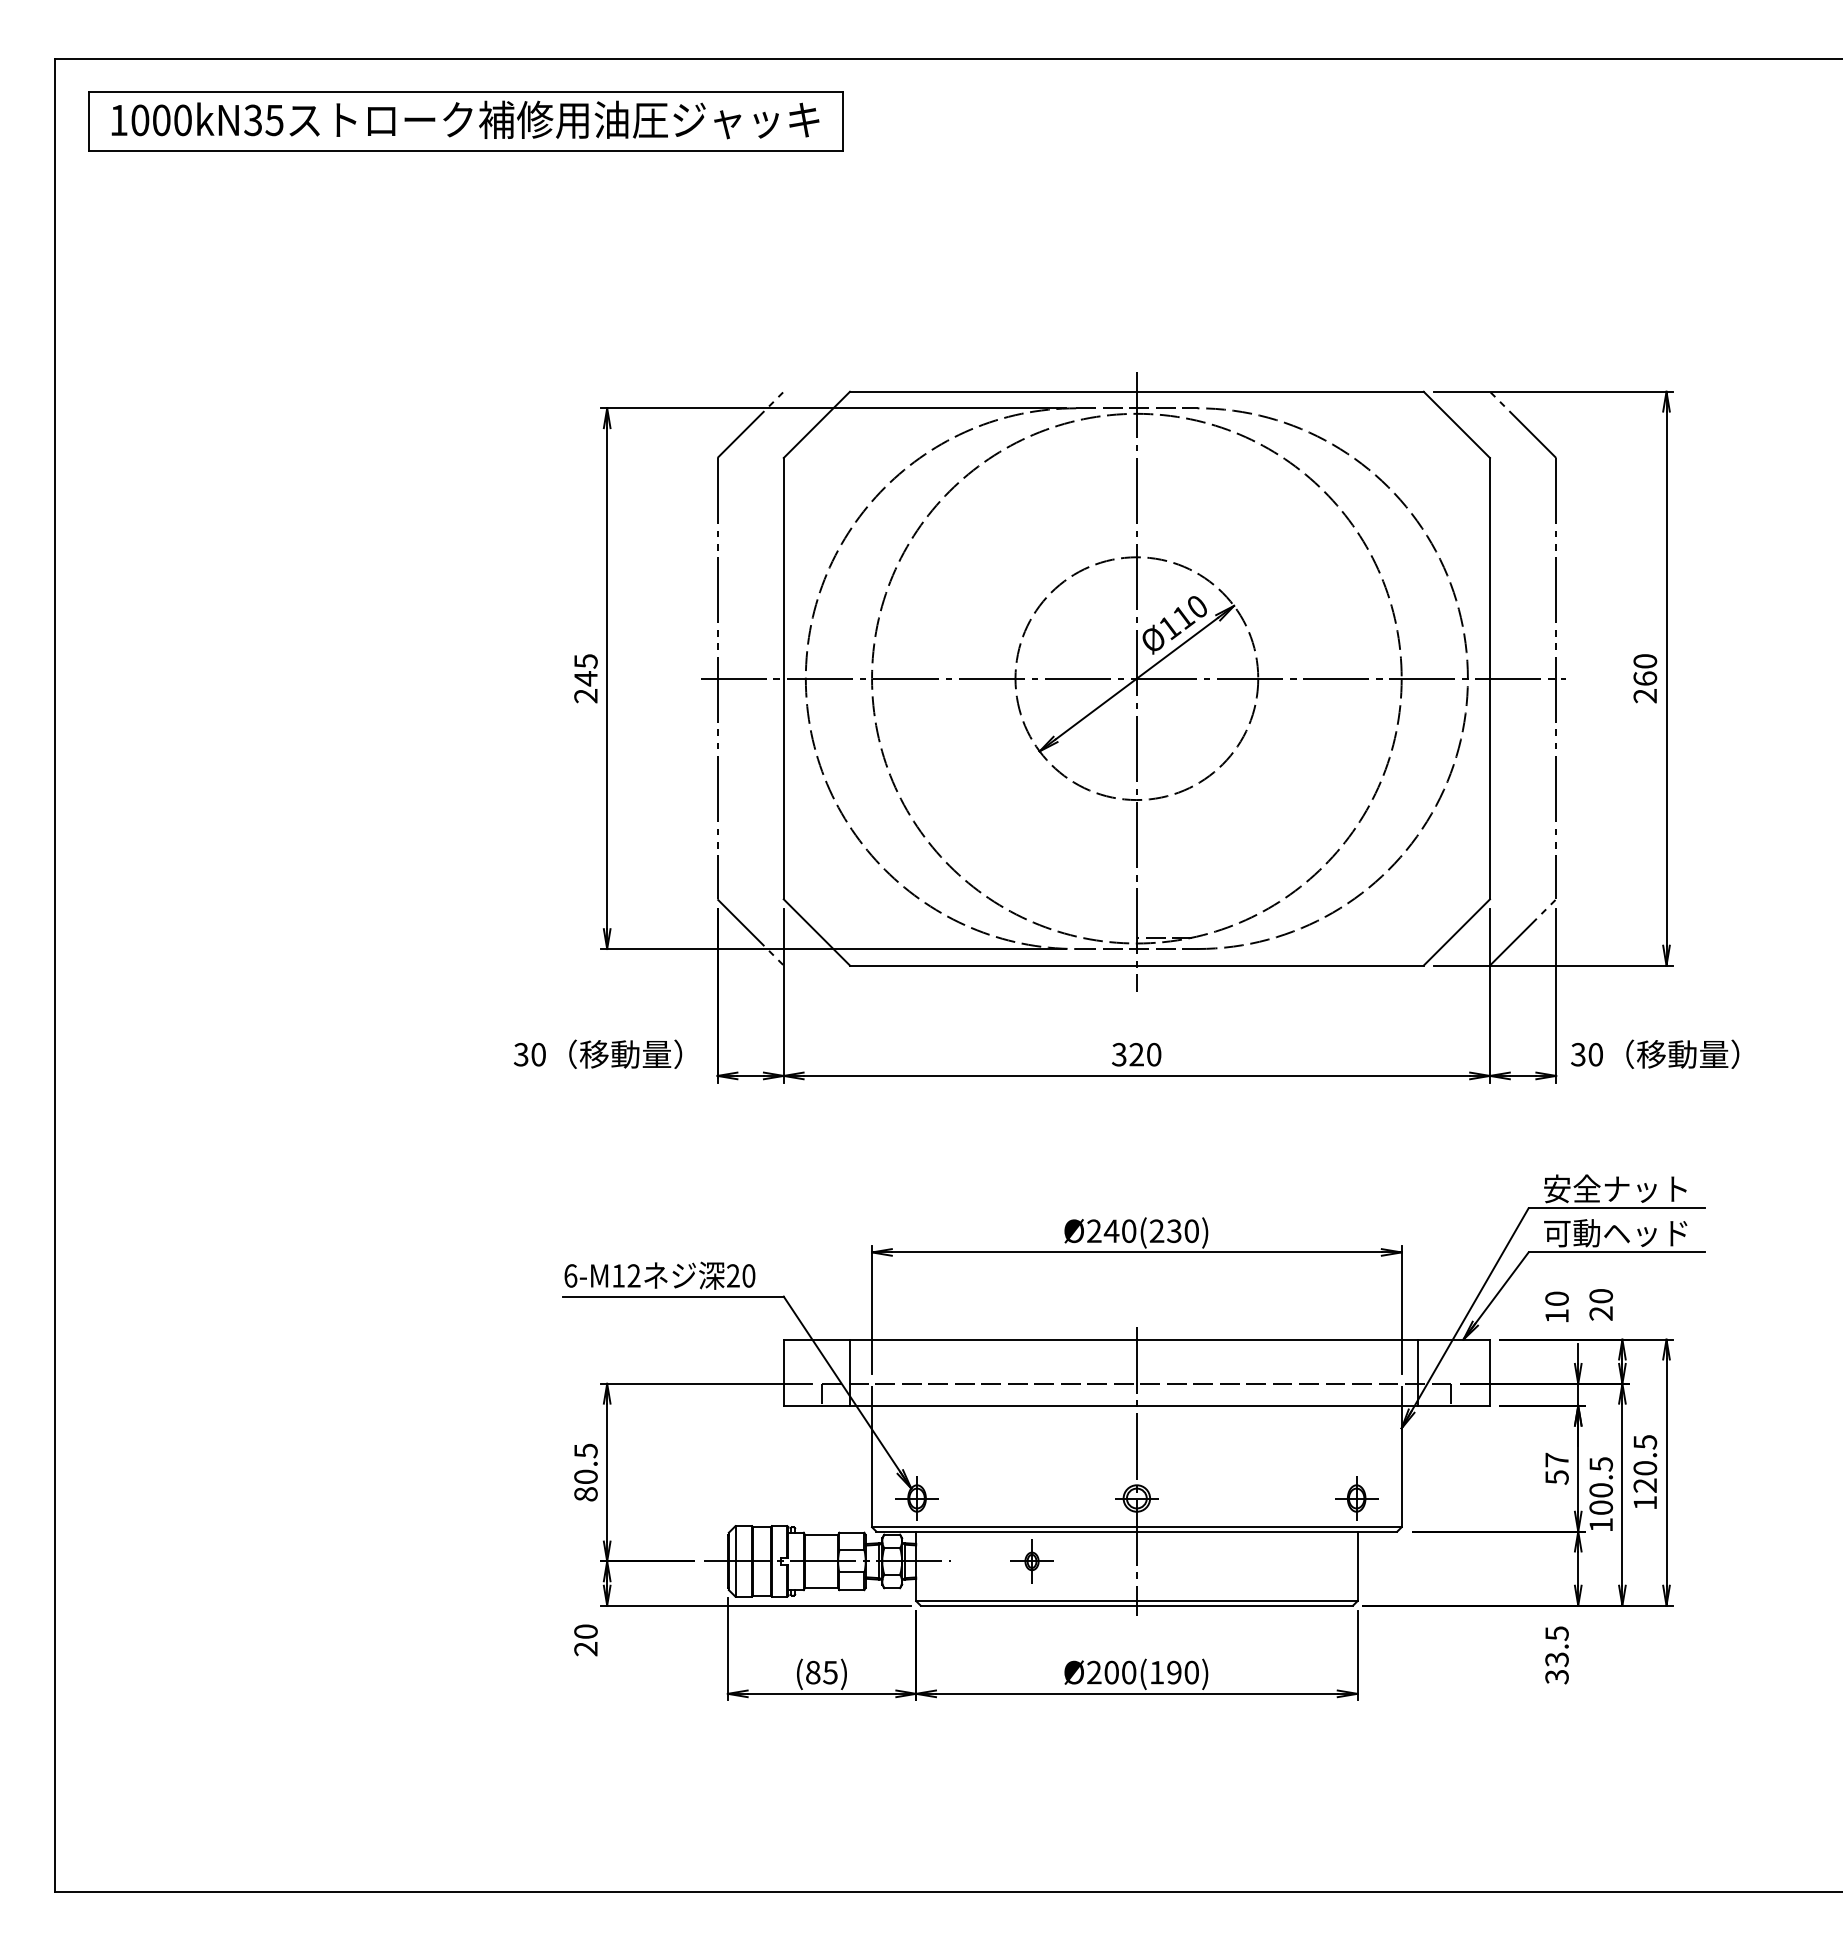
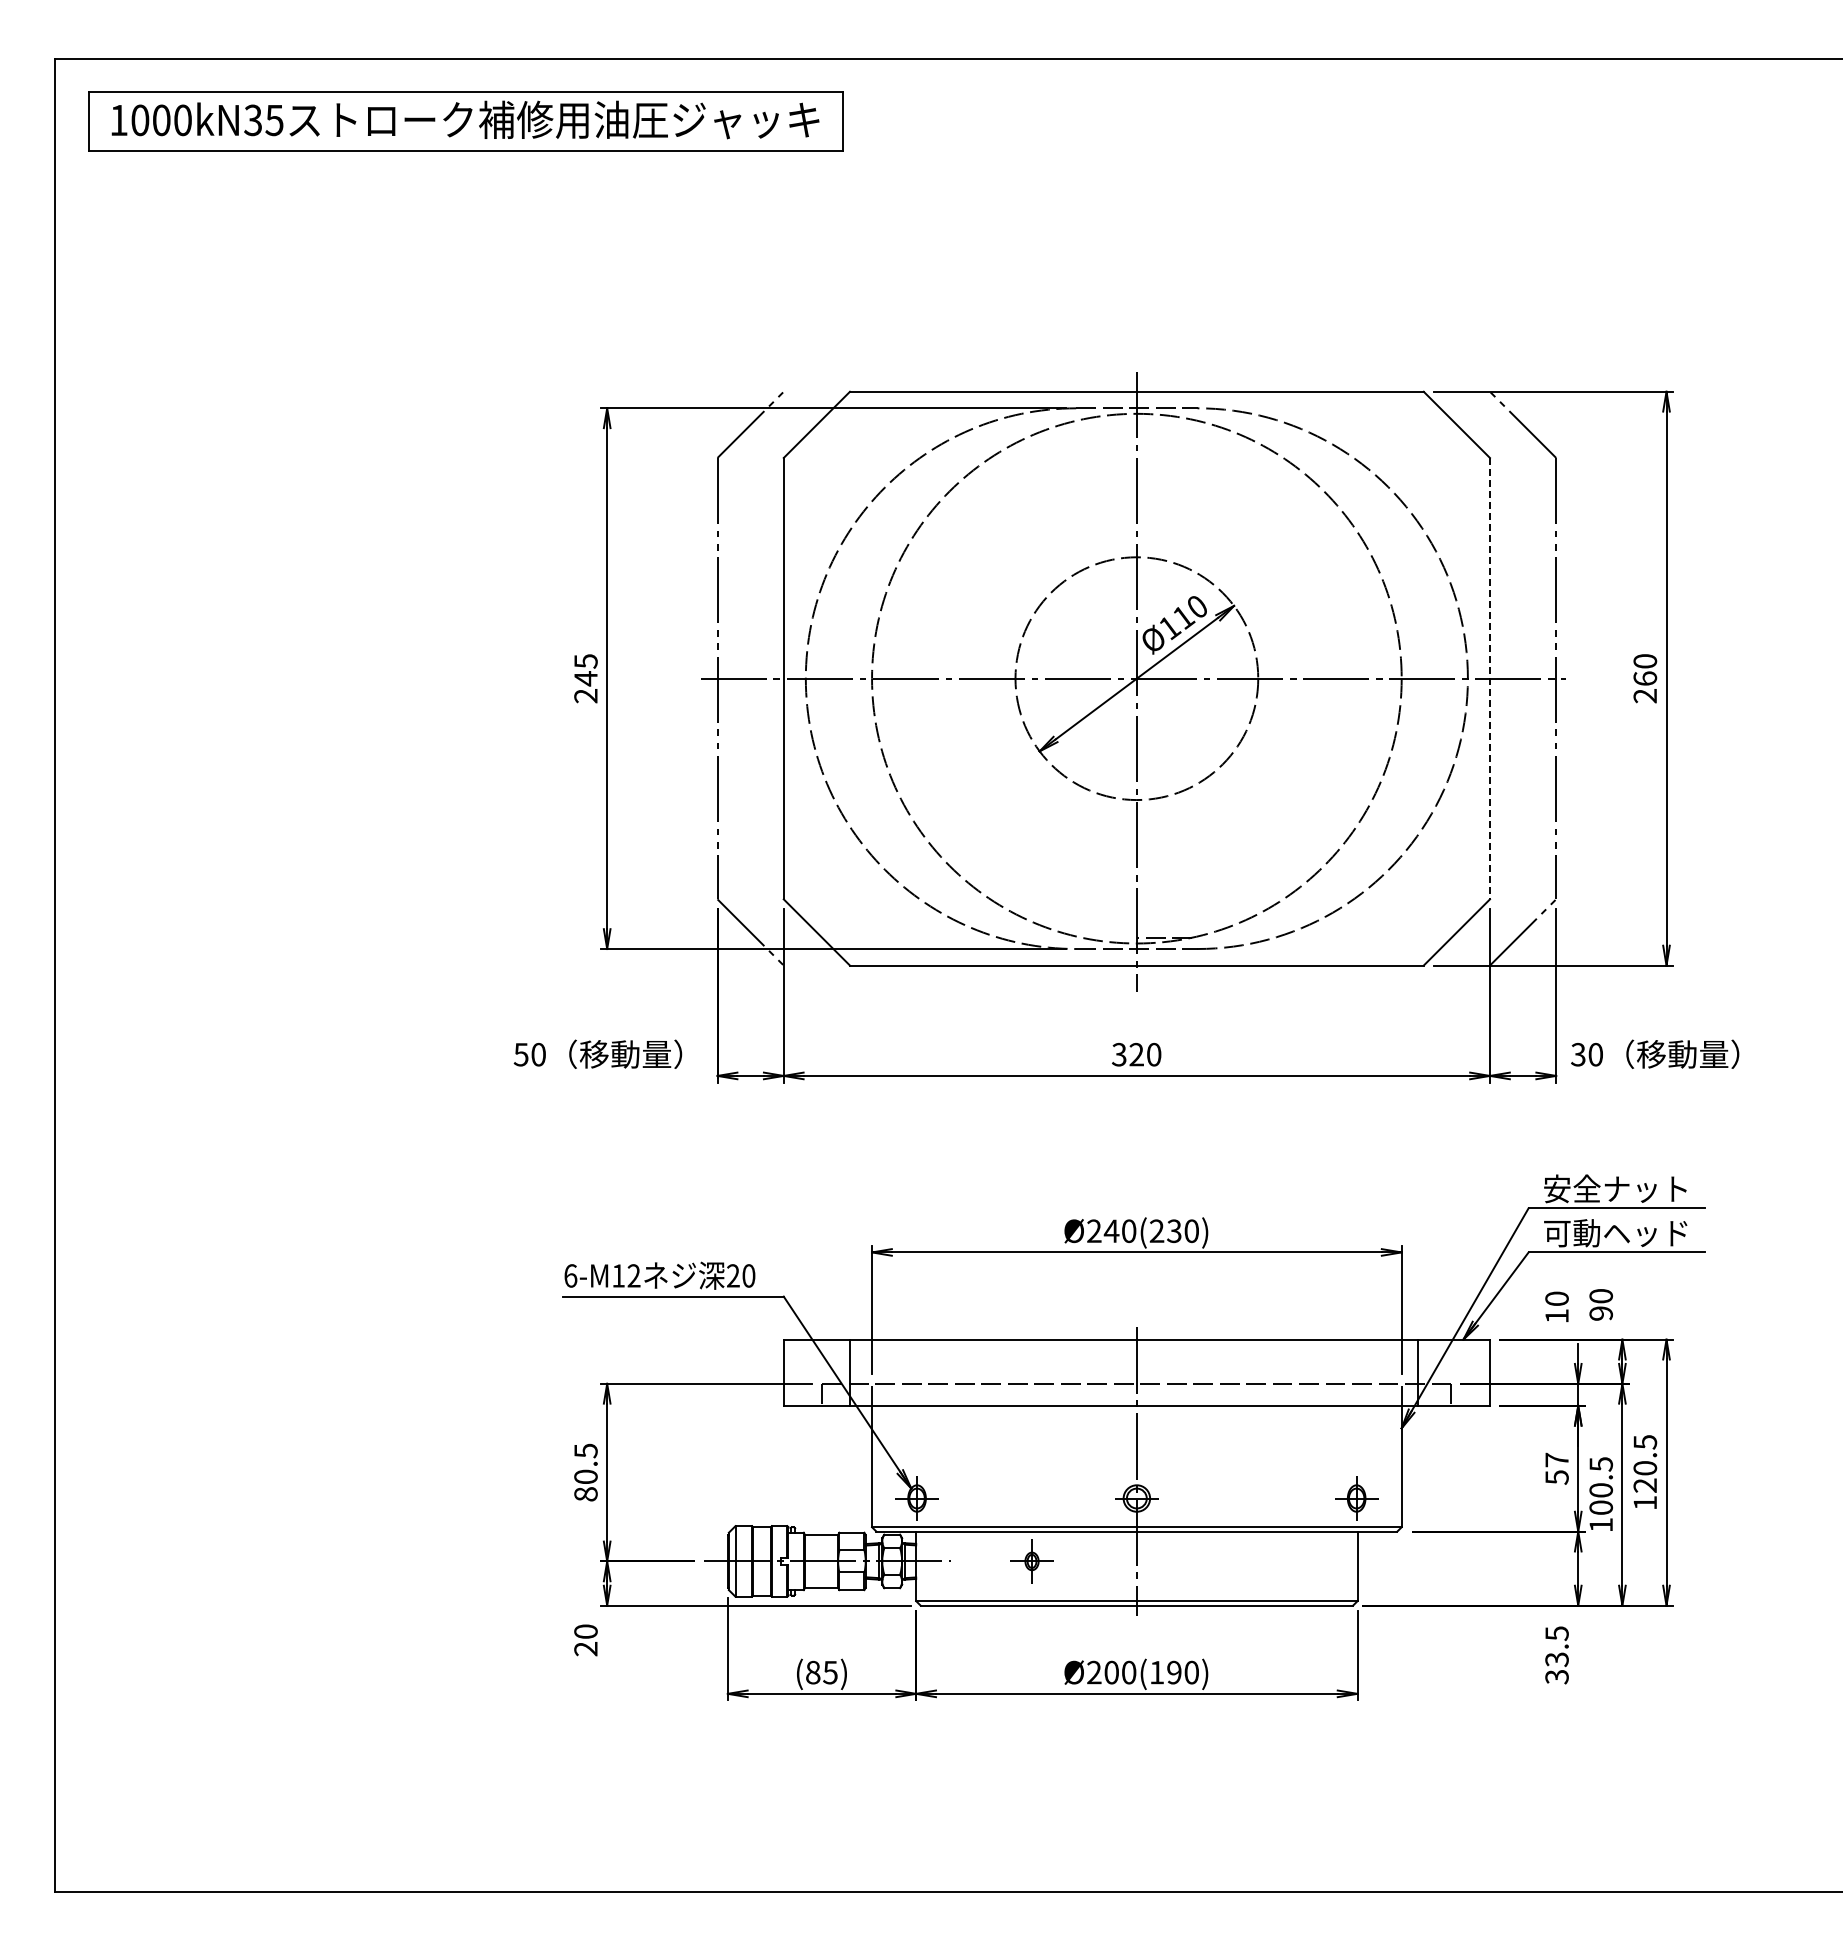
line at (1489, 678): solid -> dashed
text at (521, 1054): 30 -> 50
text at (1600, 1313): 20 -> 90
